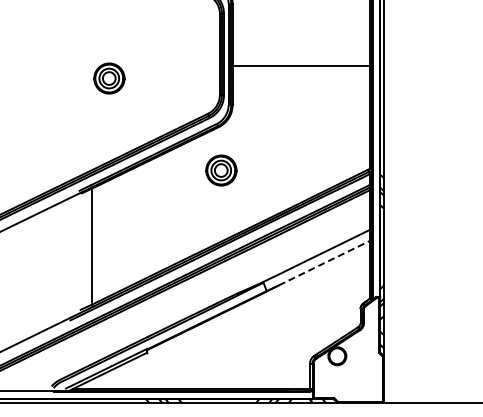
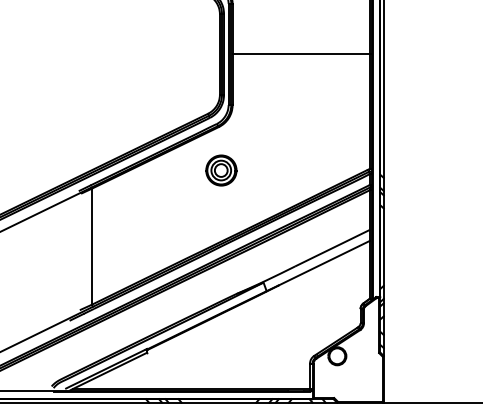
line at (302, 66) position: (302, 66) -> (302, 54)
part at (109, 78): present -> none
line at (324, 263): dashed -> solid
